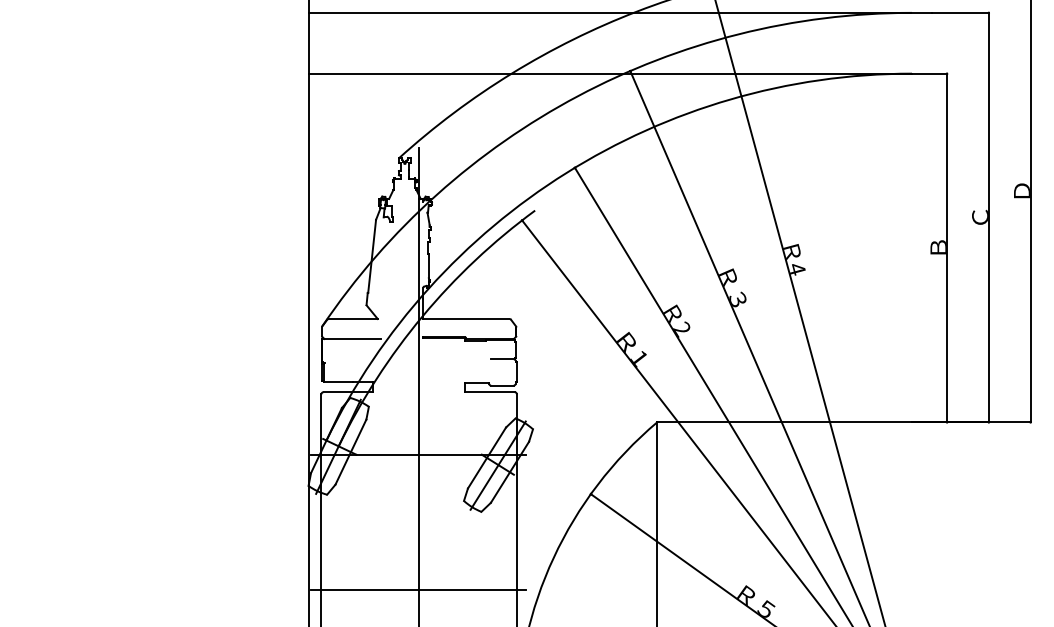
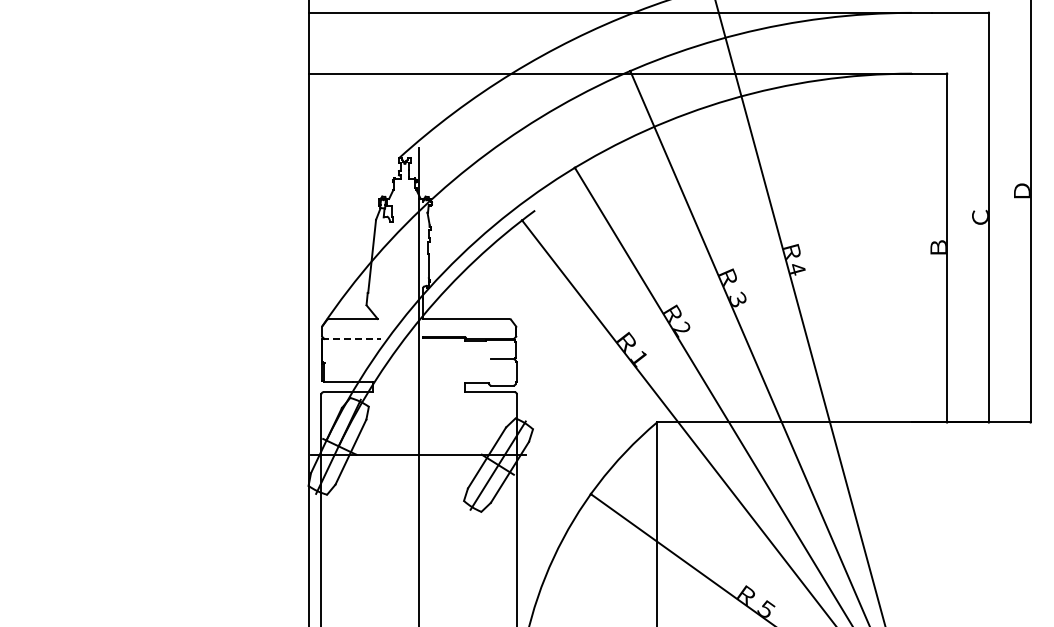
line at (351, 339): solid -> dashed
line at (418, 589): present -> none
